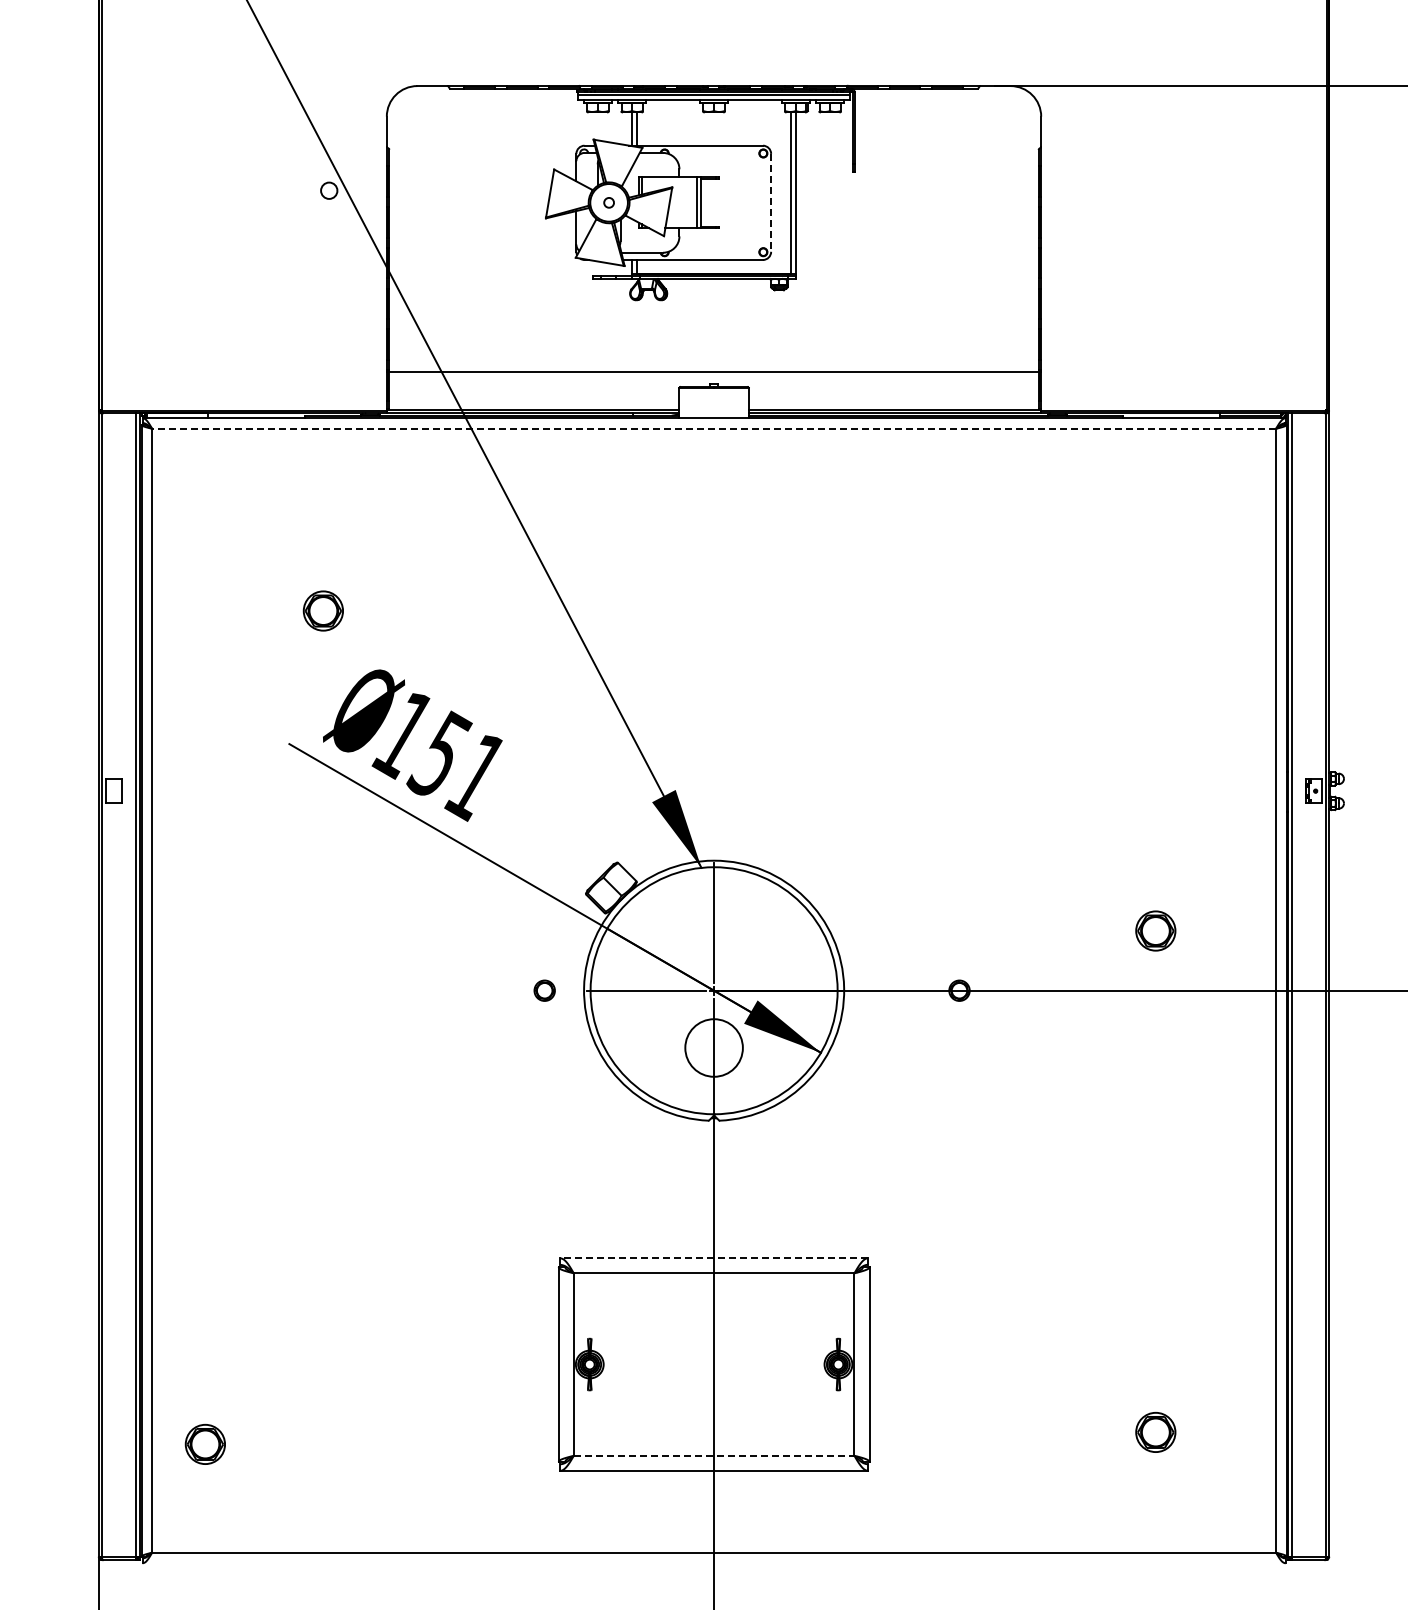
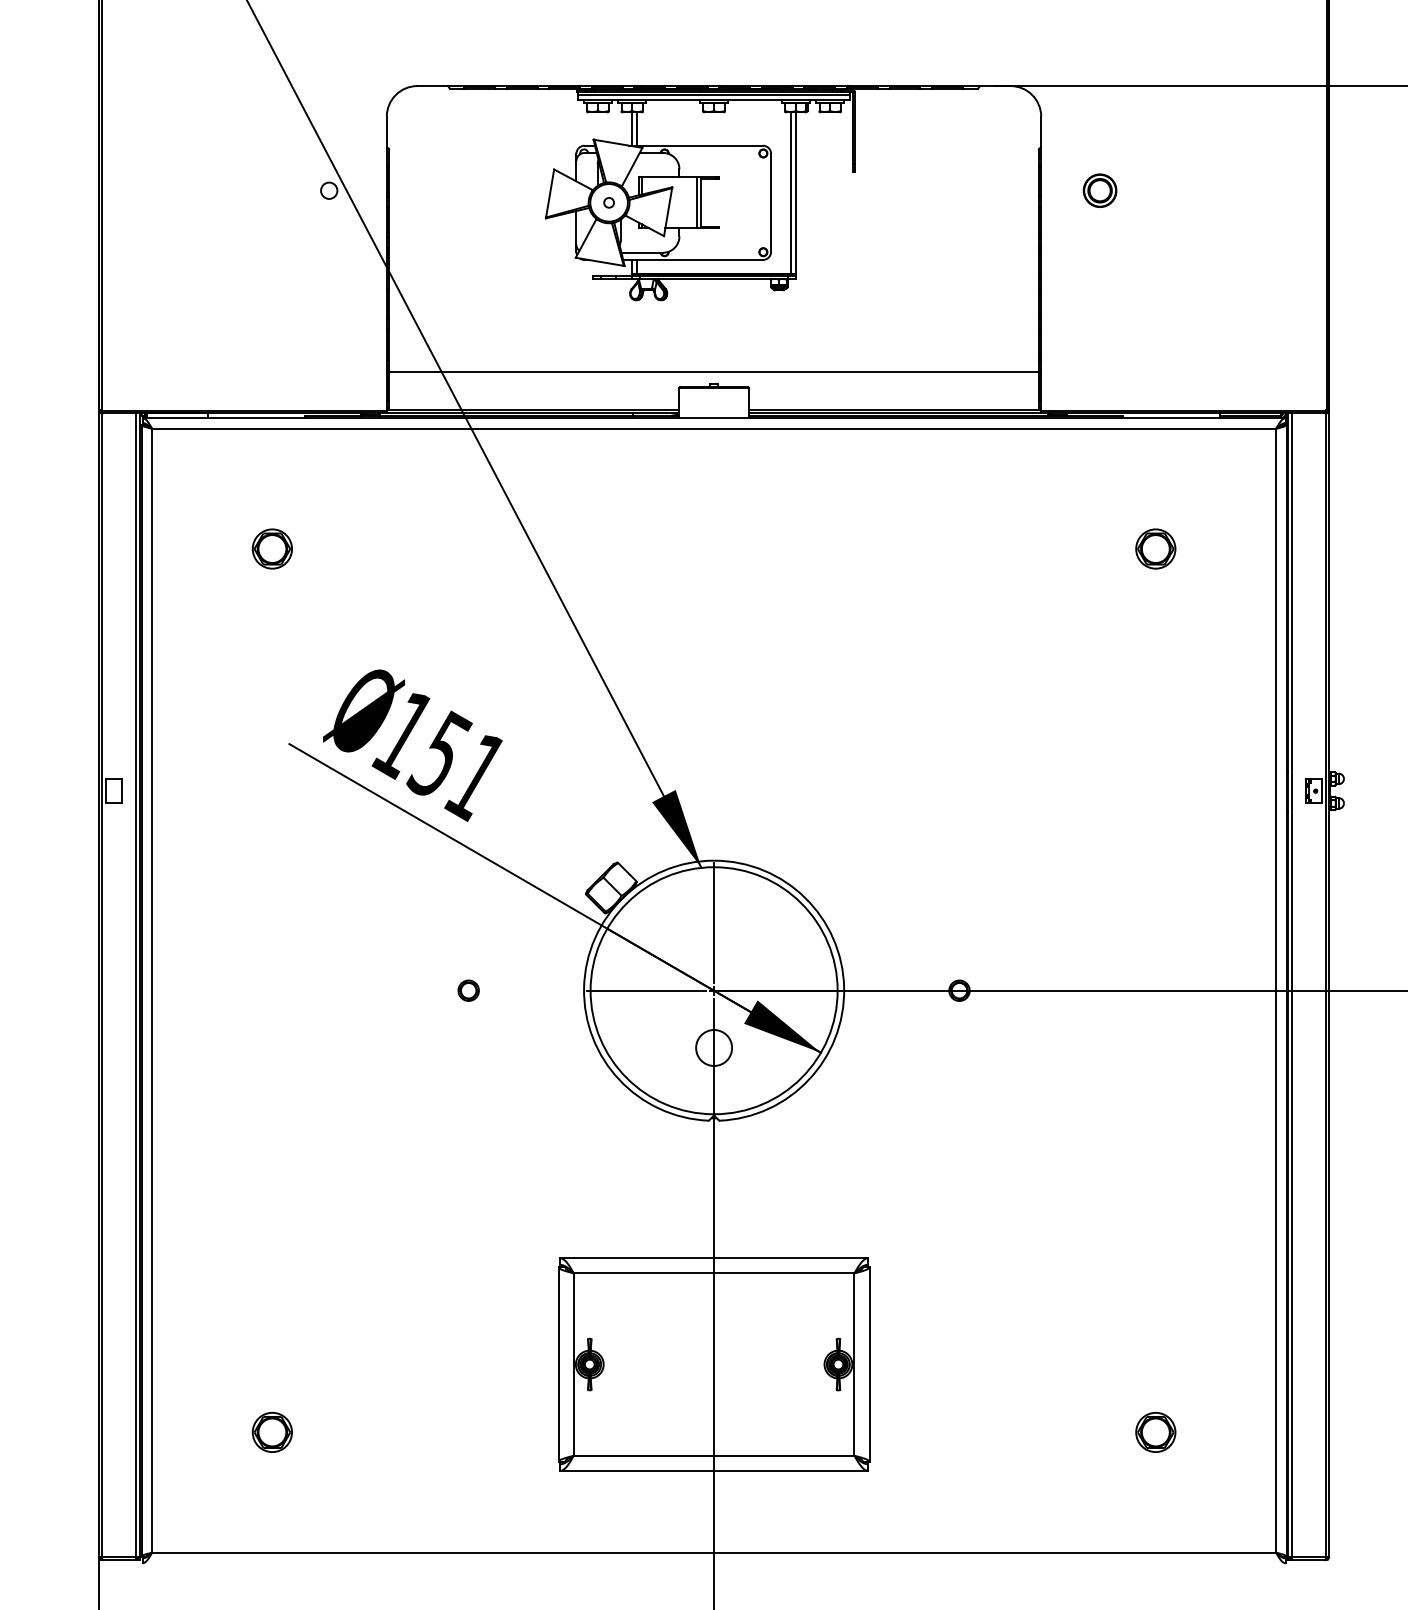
part at (1099, 190): none -> present
line at (771, 202): dashed -> solid
line at (714, 428): dashed -> solid
part at (322, 610) position: (322, 610) -> (271, 548)
part at (1155, 930) position: (1155, 930) -> (1155, 548)
part at (544, 990) position: (544, 990) -> (468, 990)
circle at (713, 1047) diameter: 58 px -> 36 px
line at (713, 1258): dashed -> solid
part at (204, 1443) position: (204, 1443) -> (271, 1431)
line at (714, 1455): dashed -> solid
